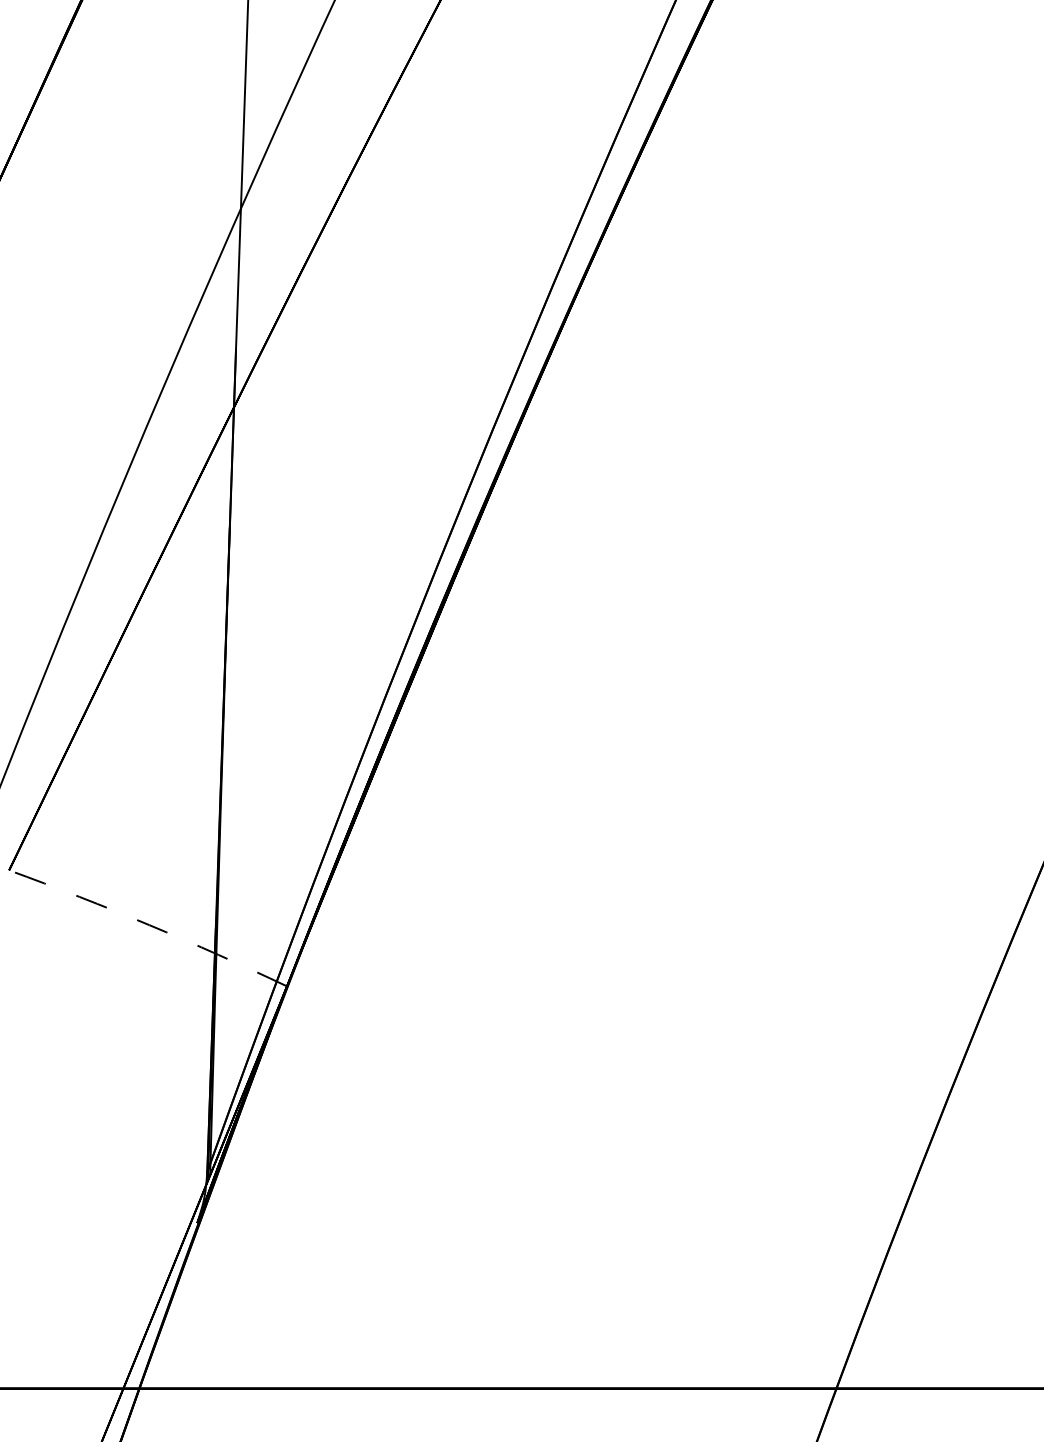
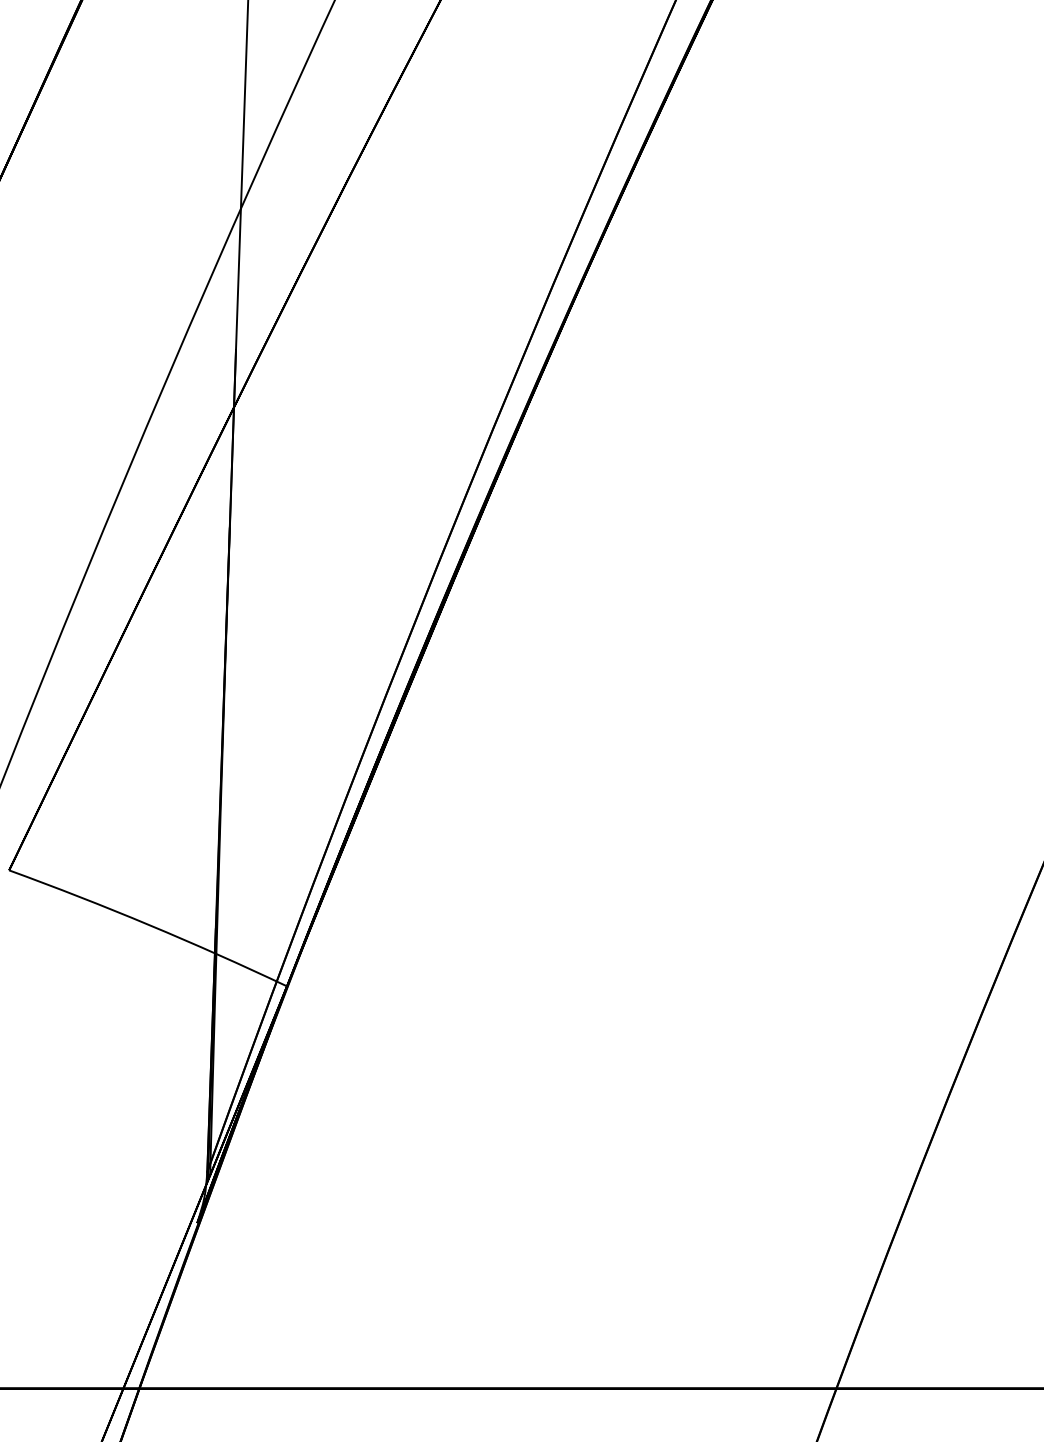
arc at (149, 925): dashed -> solid
